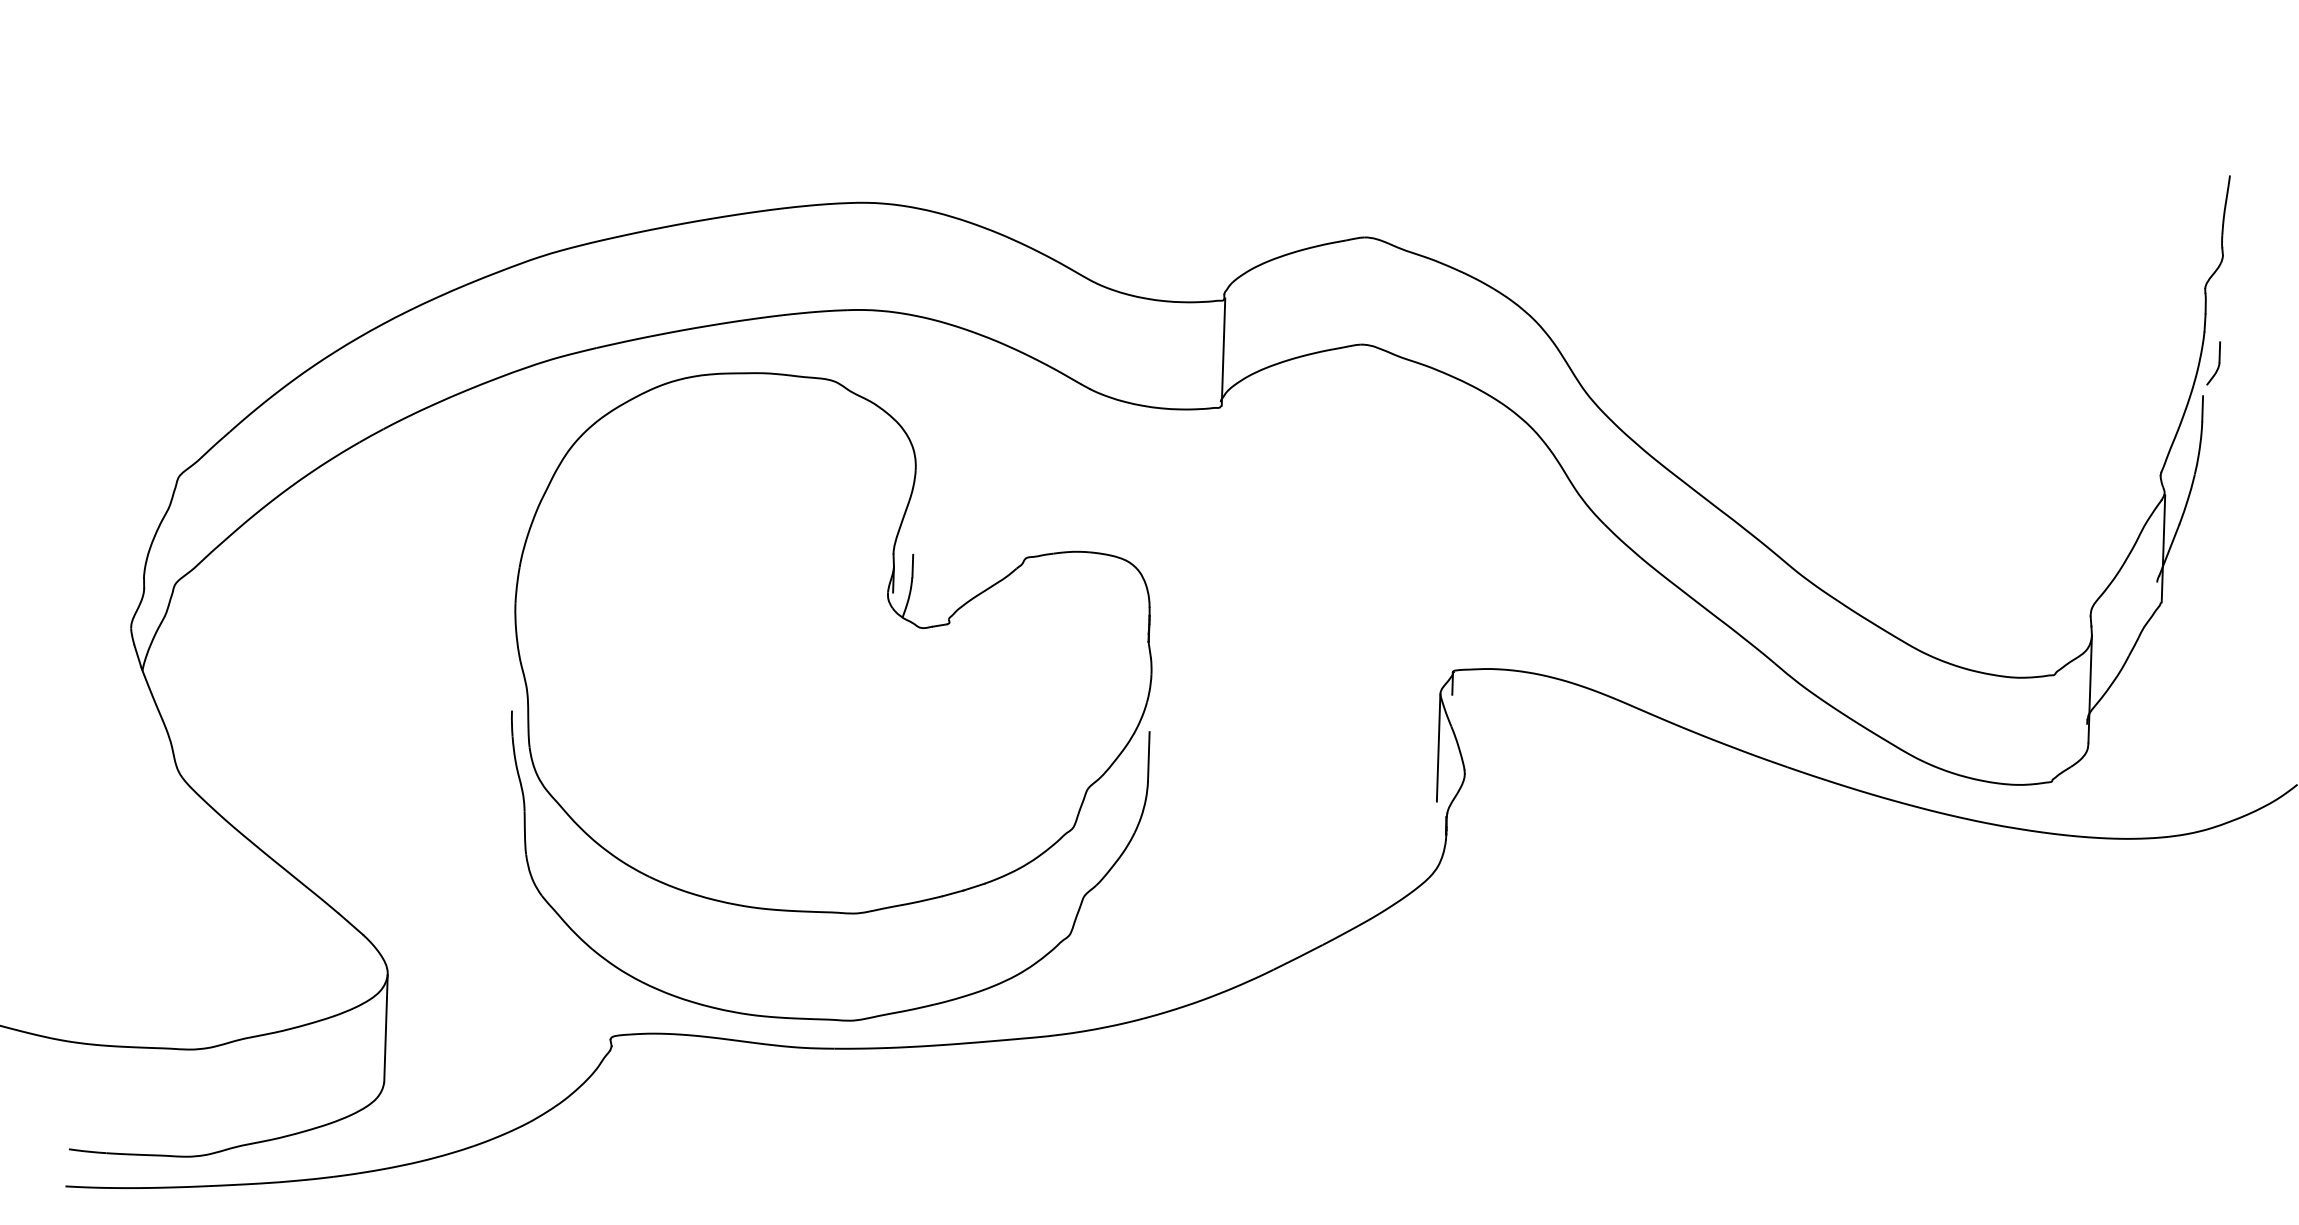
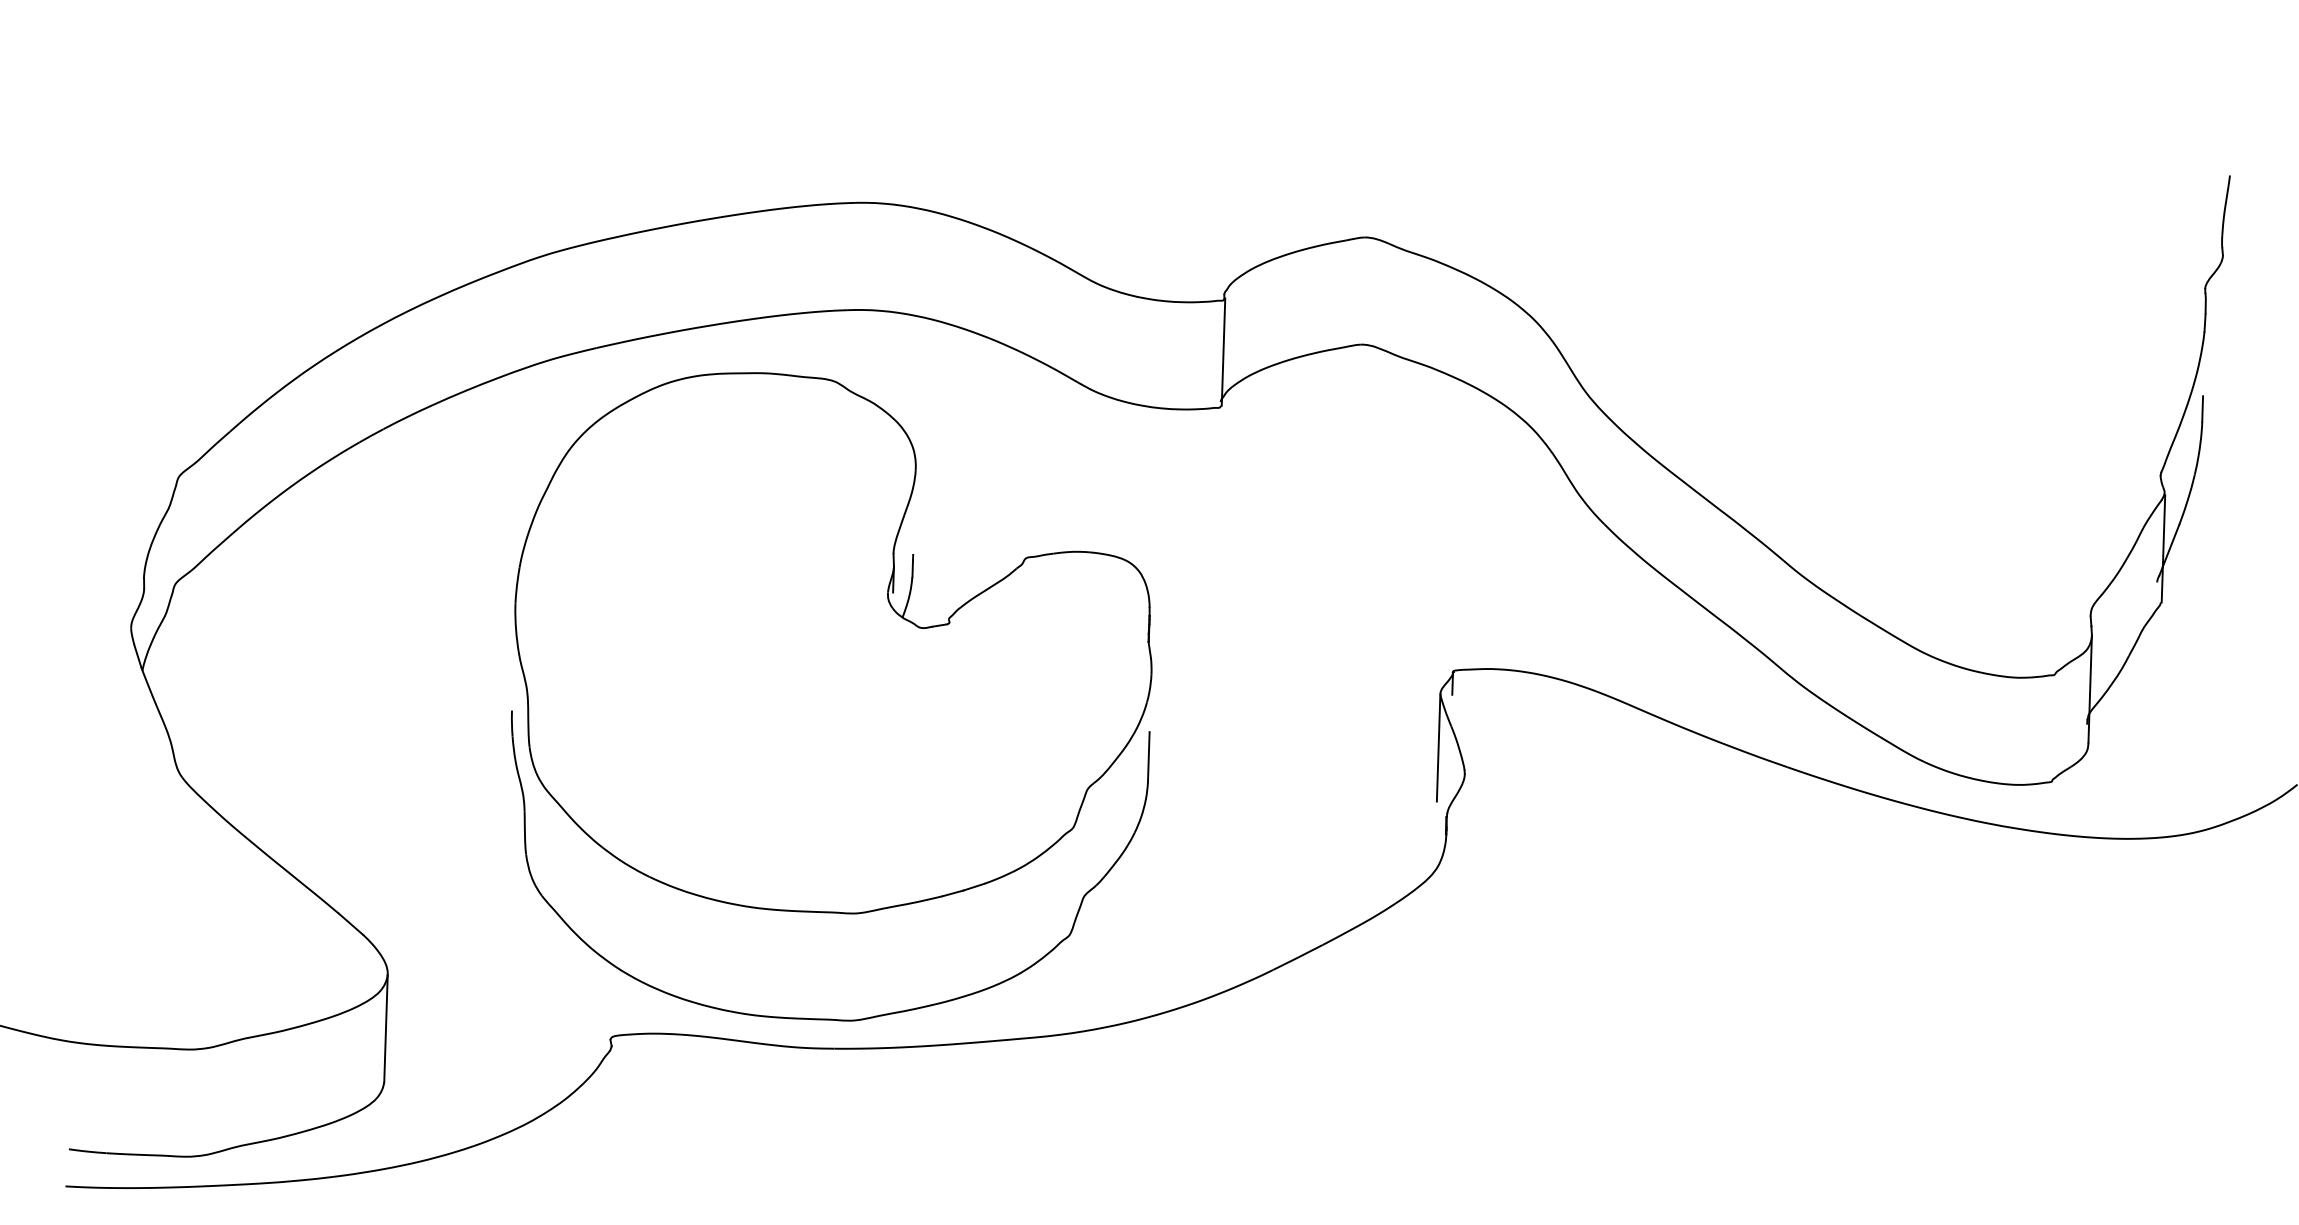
part at (2213, 363): present -> none
